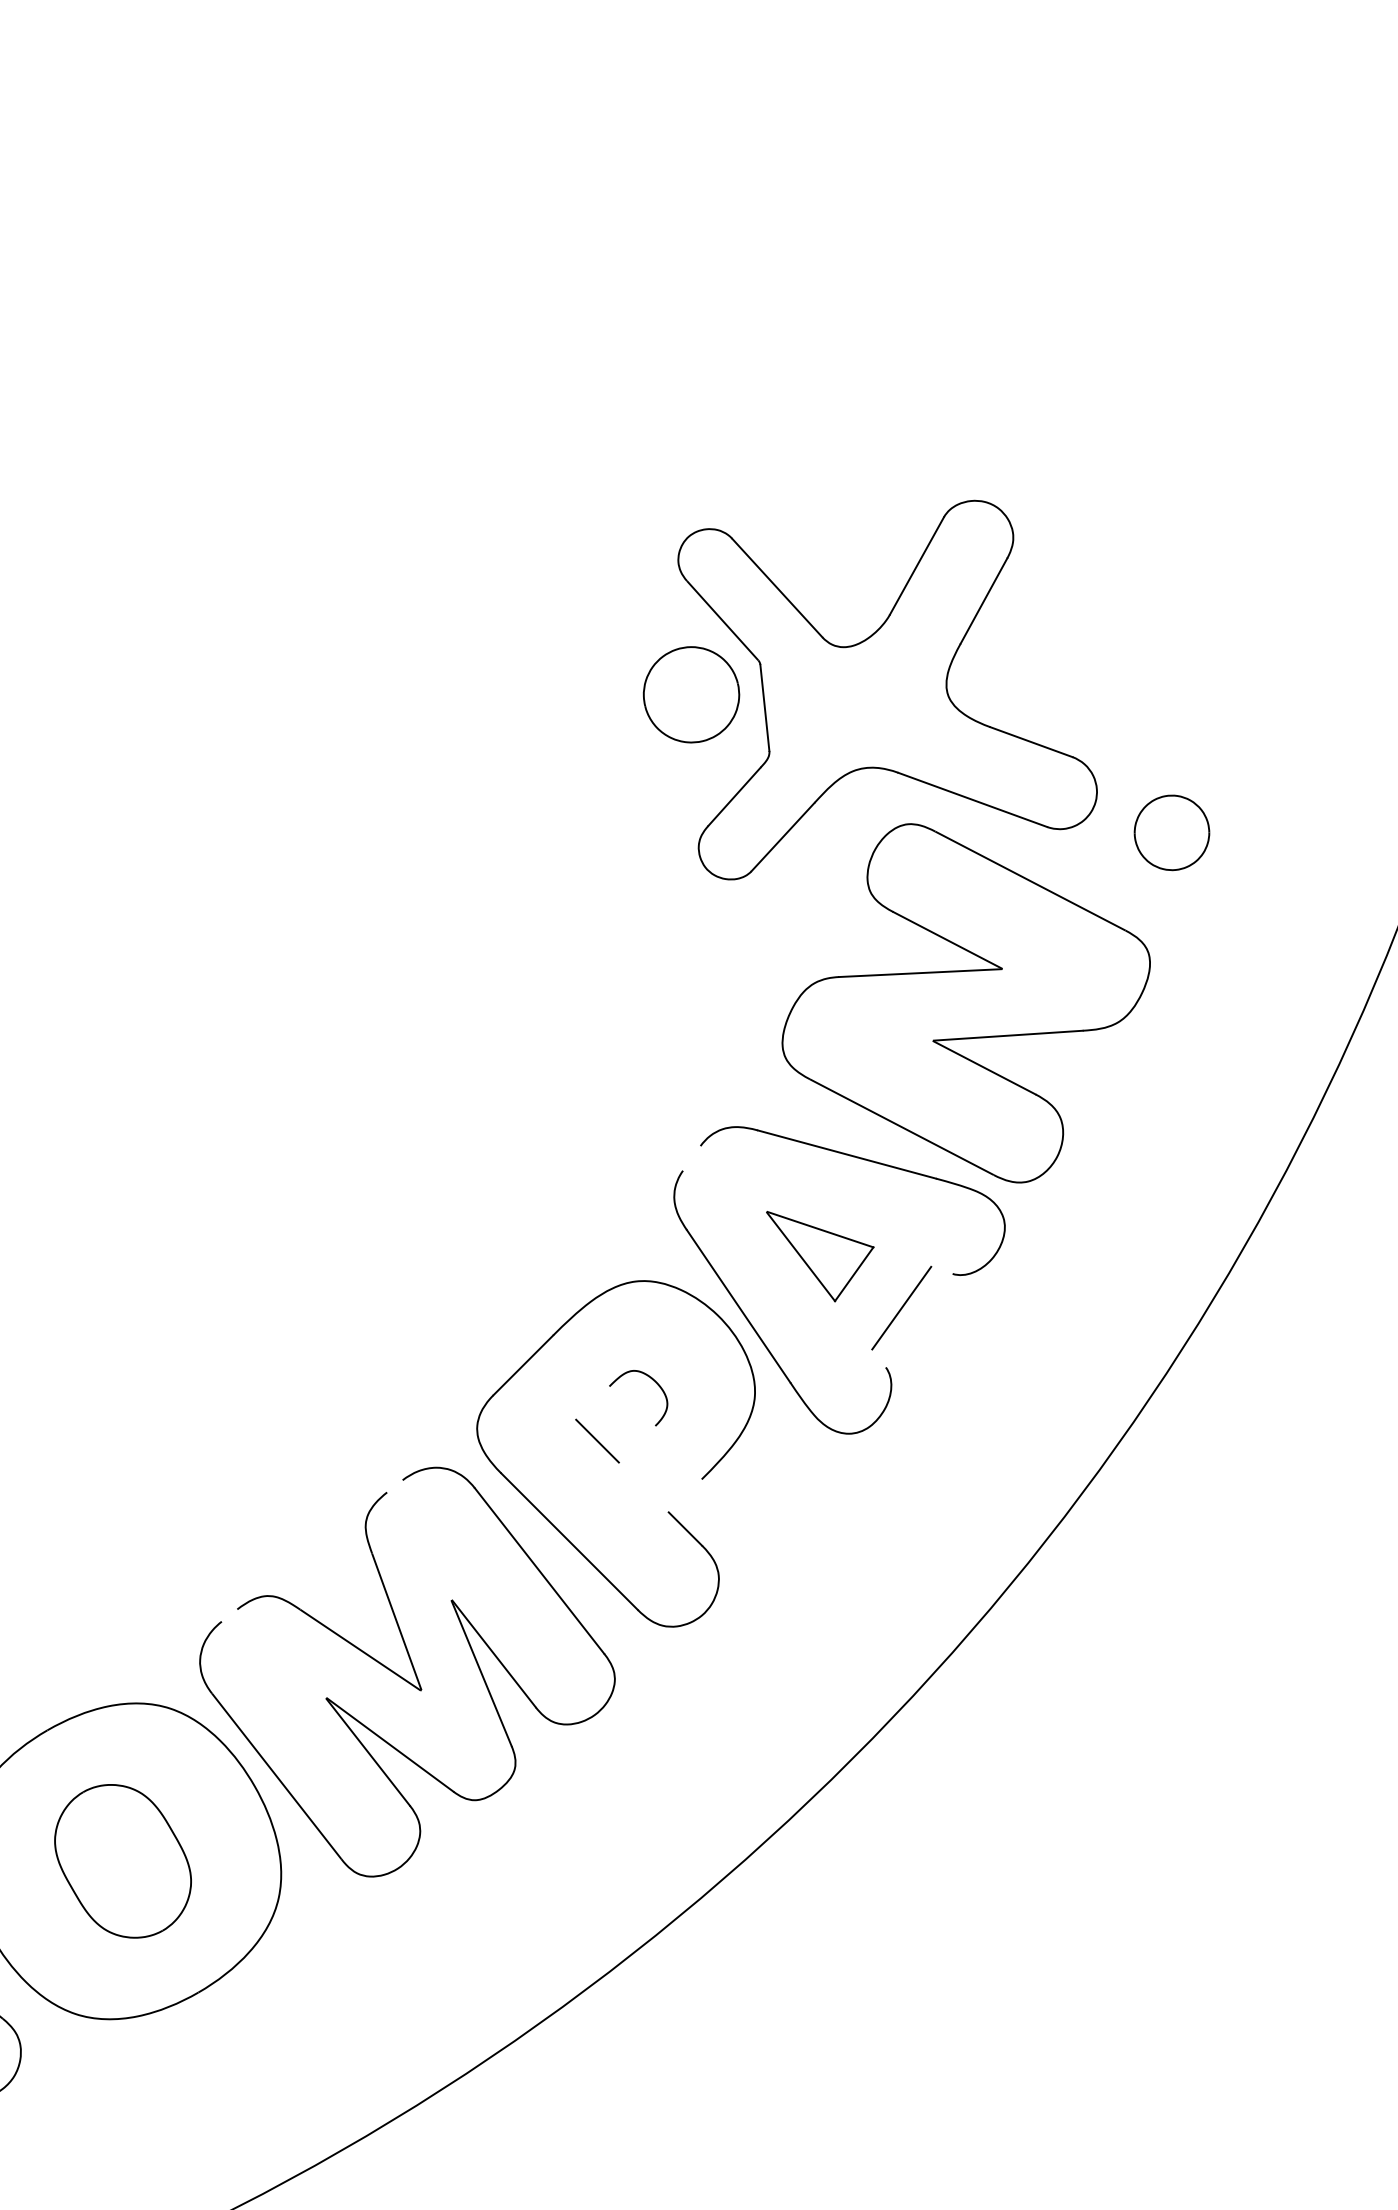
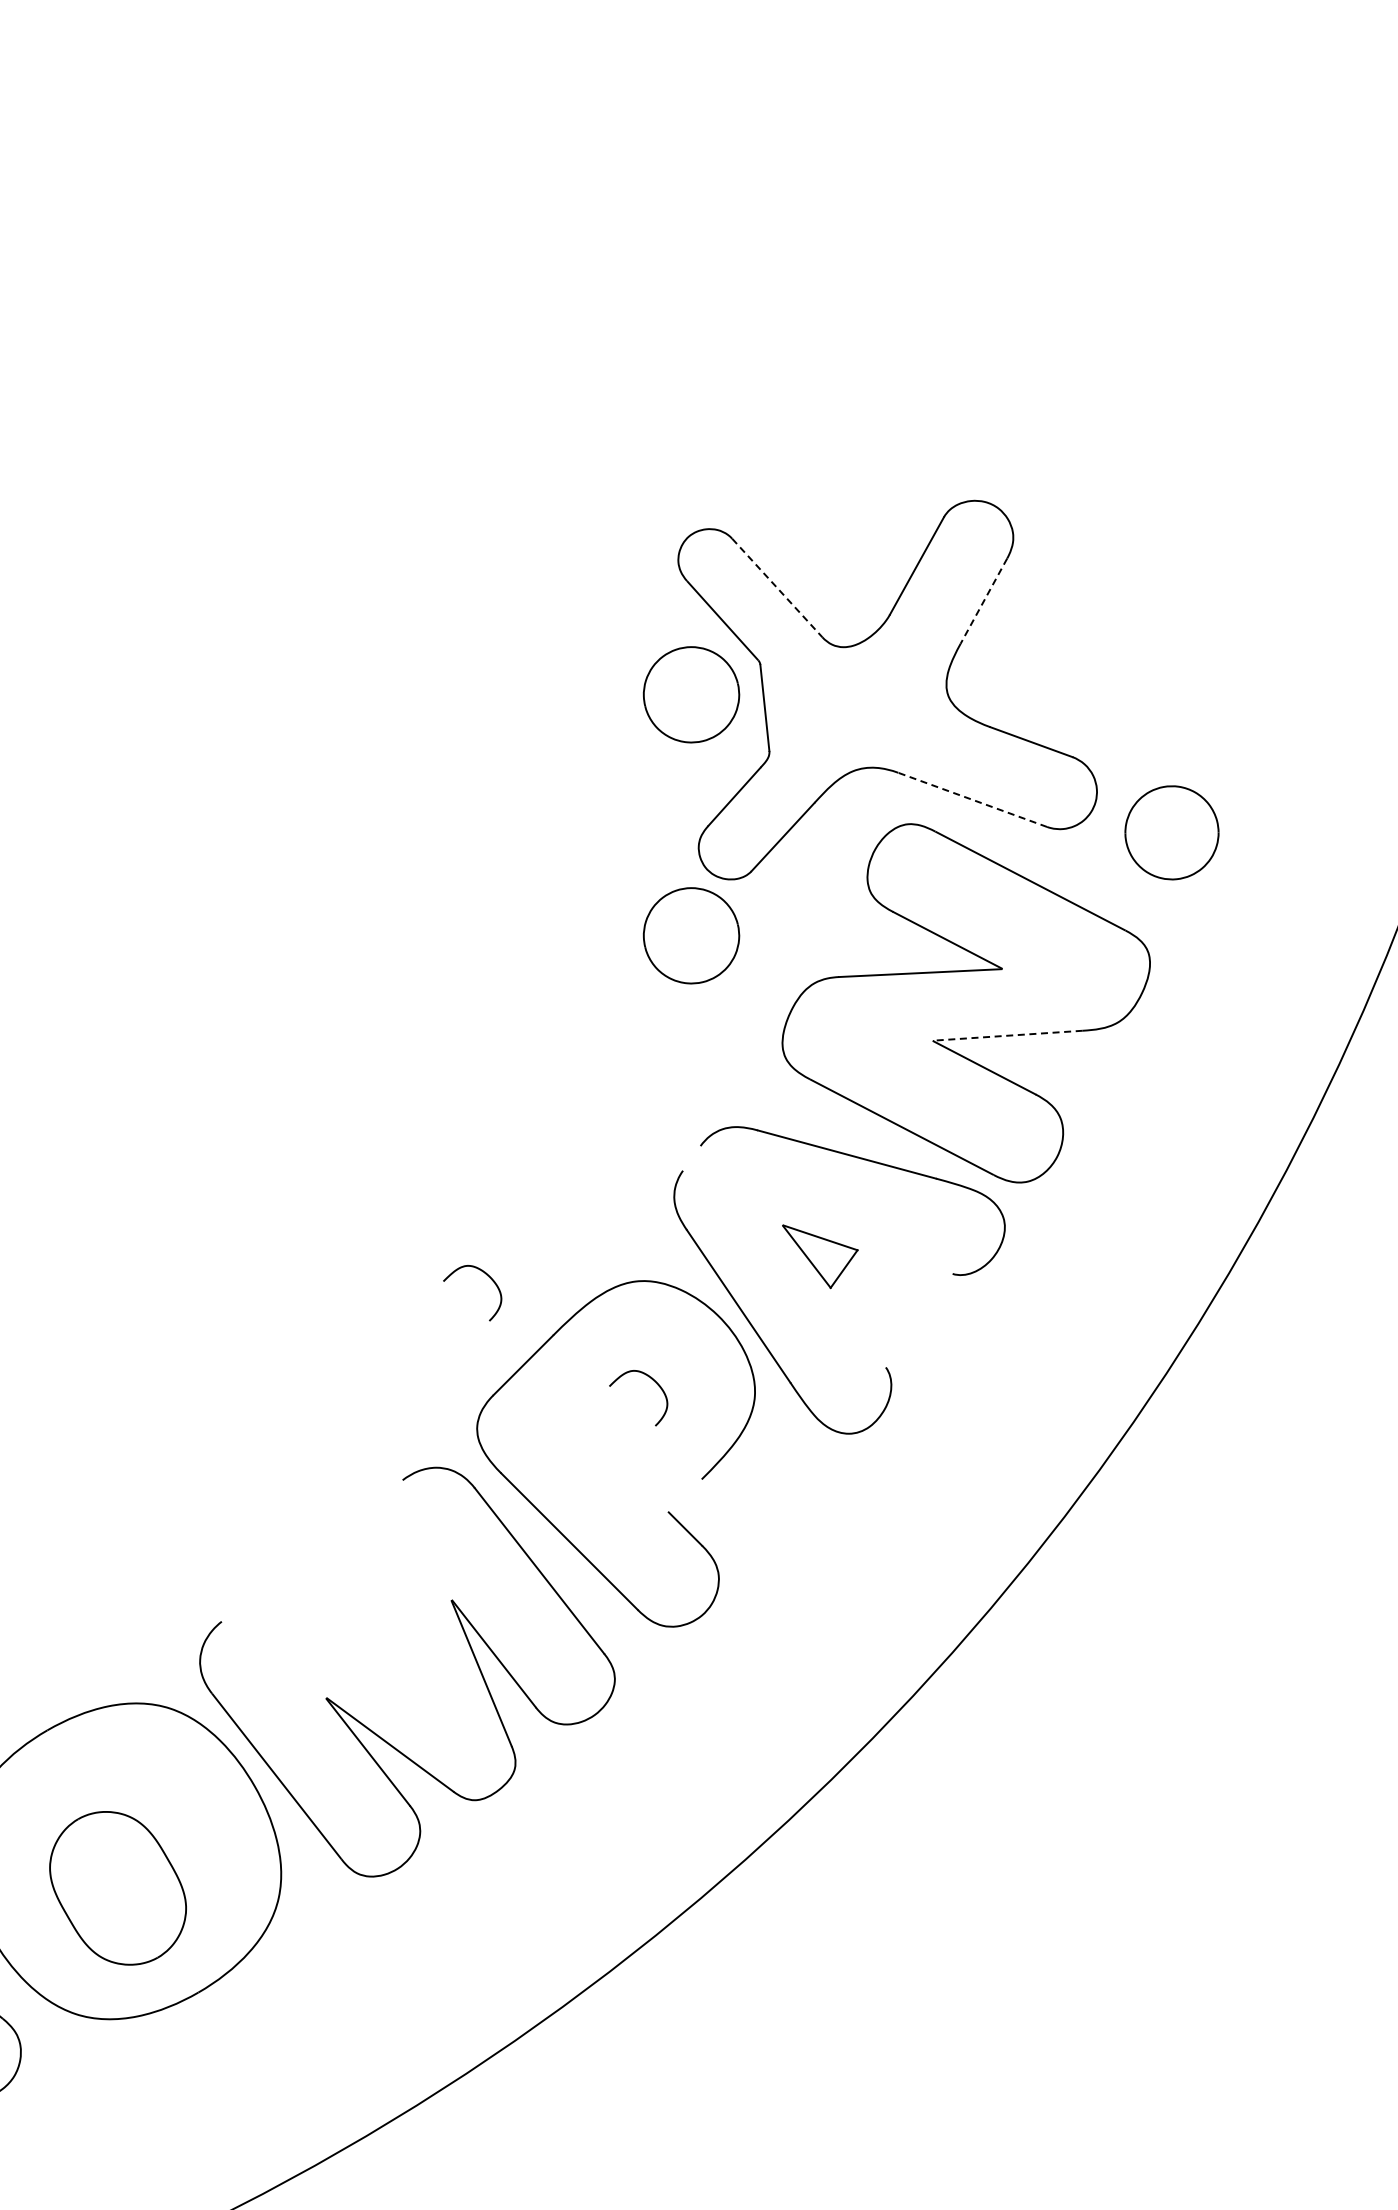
line at (777, 588): solid -> dashed
line at (983, 601): solid -> dashed
line at (972, 799): solid -> dashed
part at (1171, 832) size: 78x78 px -> 96x96 px
part at (691, 935): none -> present
line at (1008, 1035): solid -> dashed
part at (820, 1256) size: 109x92 px -> 77x66 px
curve at (487, 1276): none -> present
line at (901, 1307): present -> none
line at (597, 1440): present -> none
part at (312, 1616): present -> none
part at (122, 1861) position: (122, 1861) -> (117, 1888)
